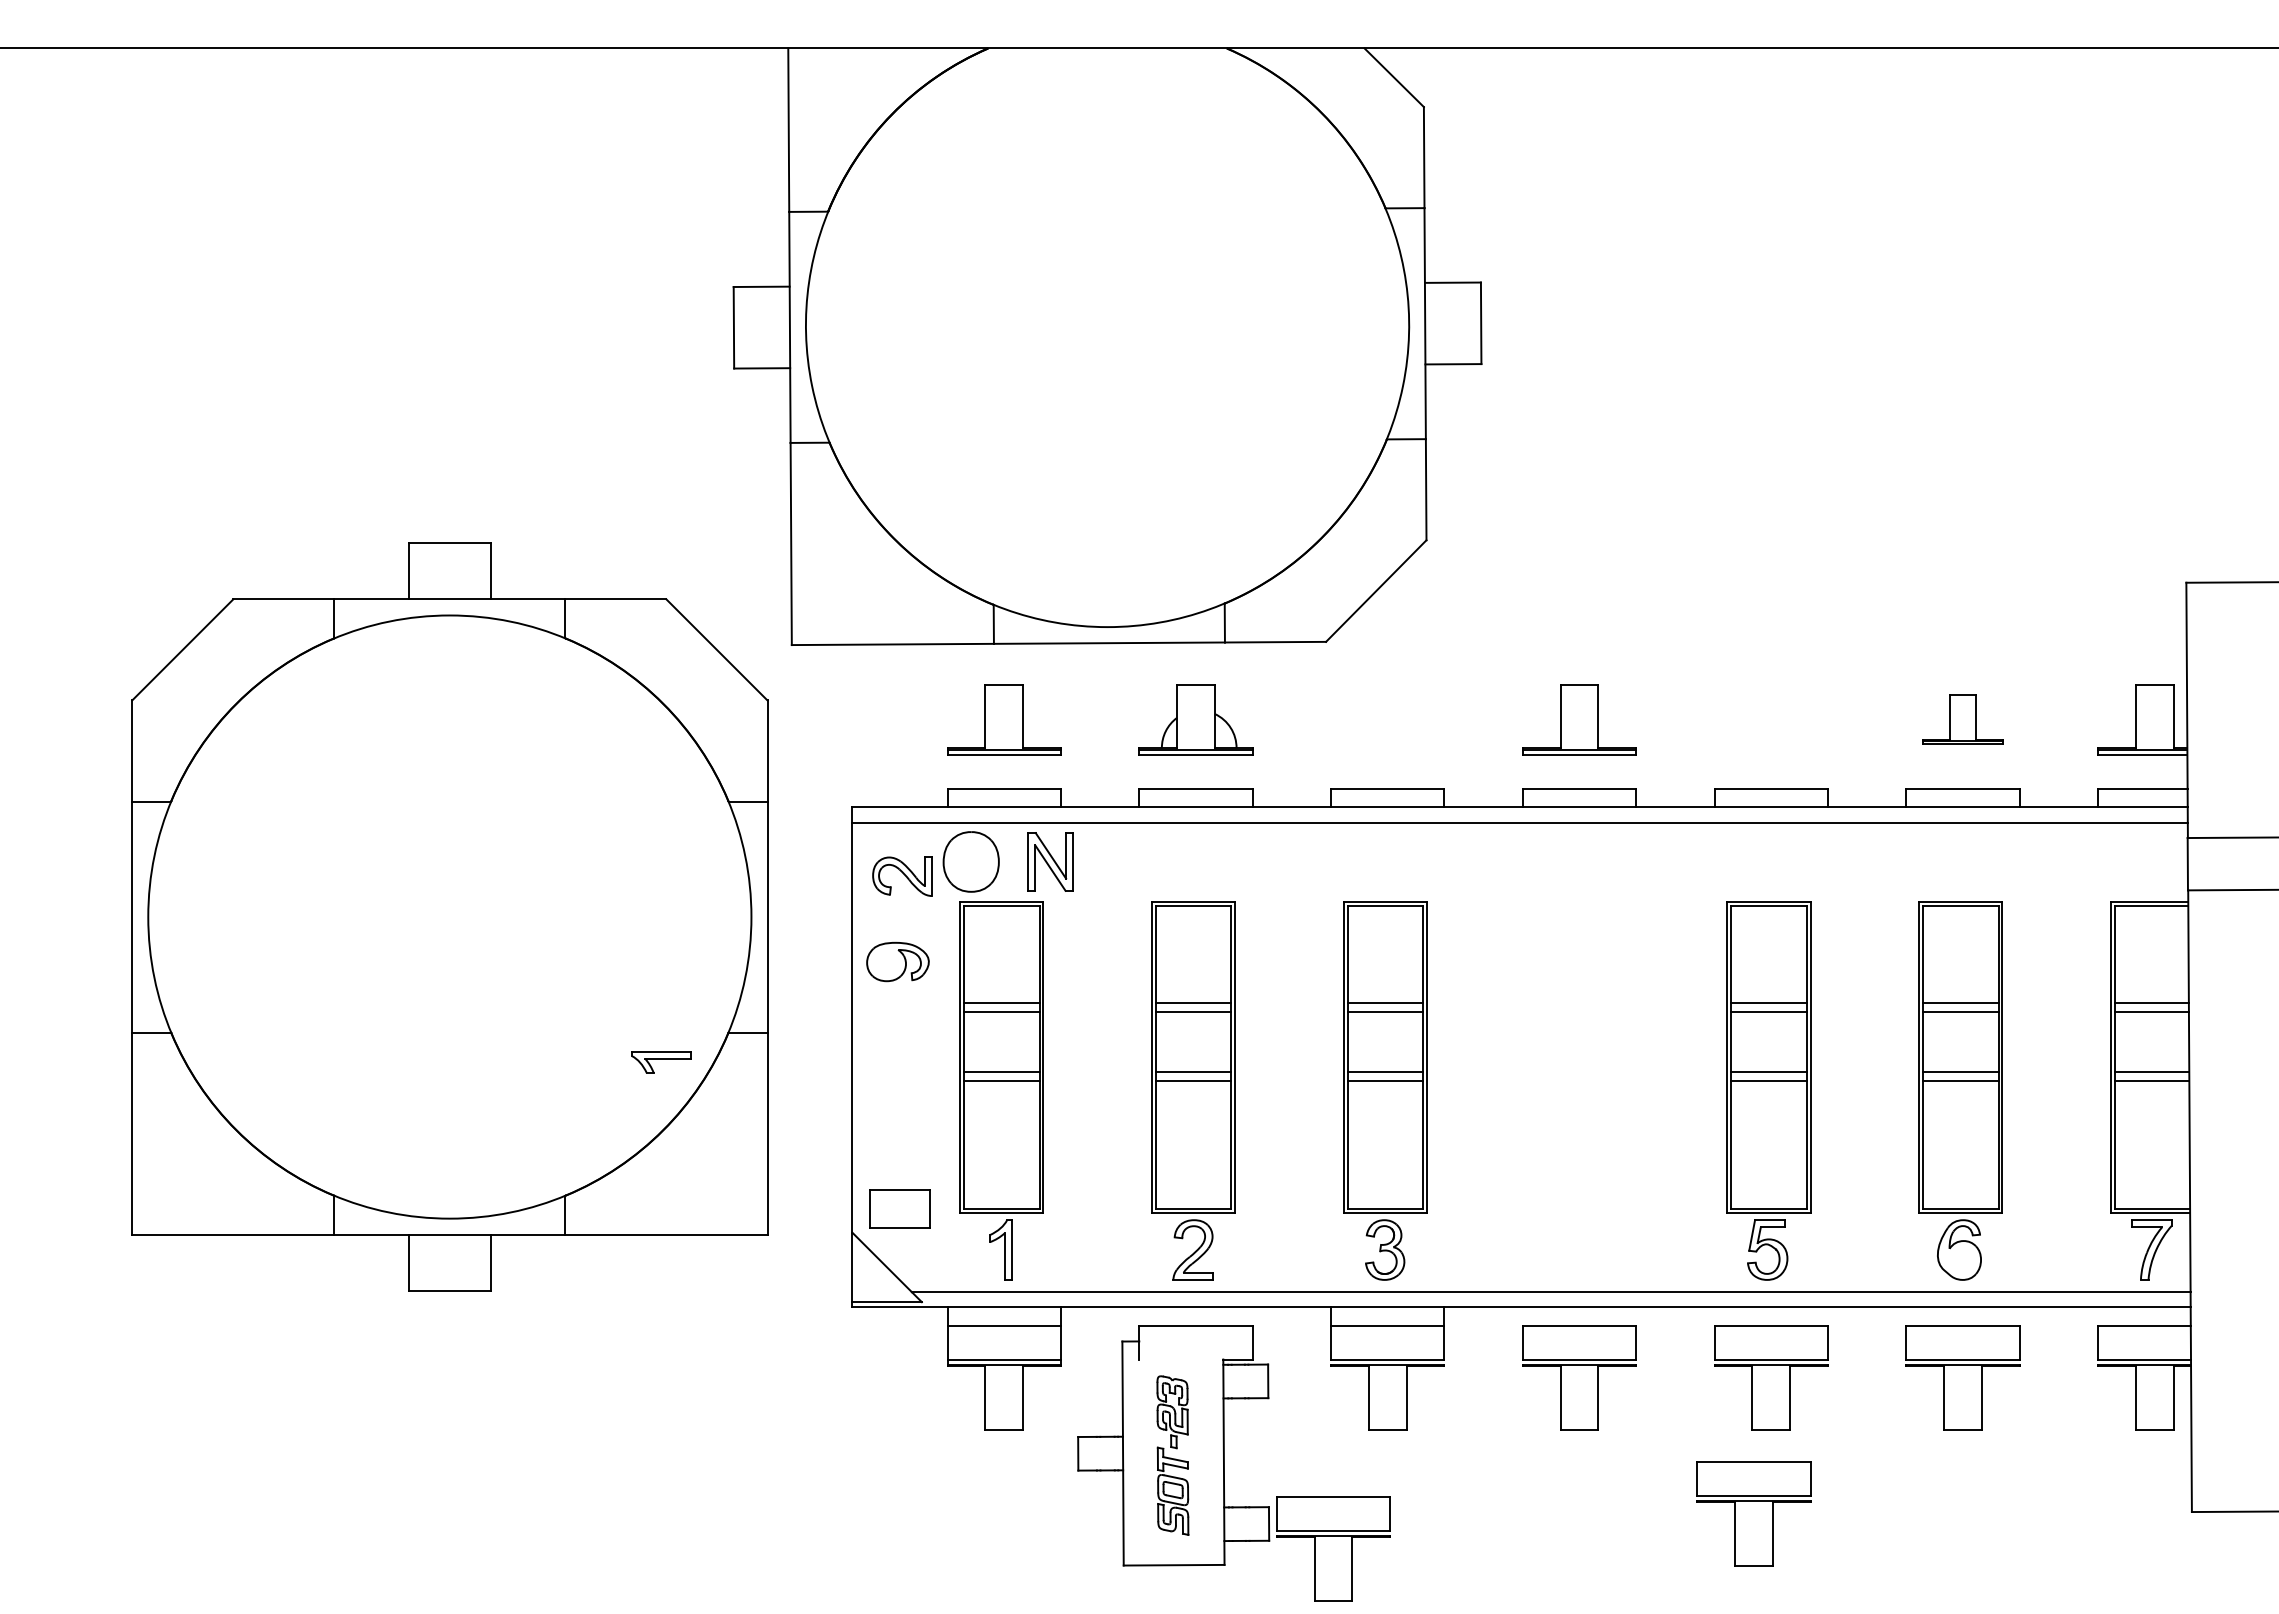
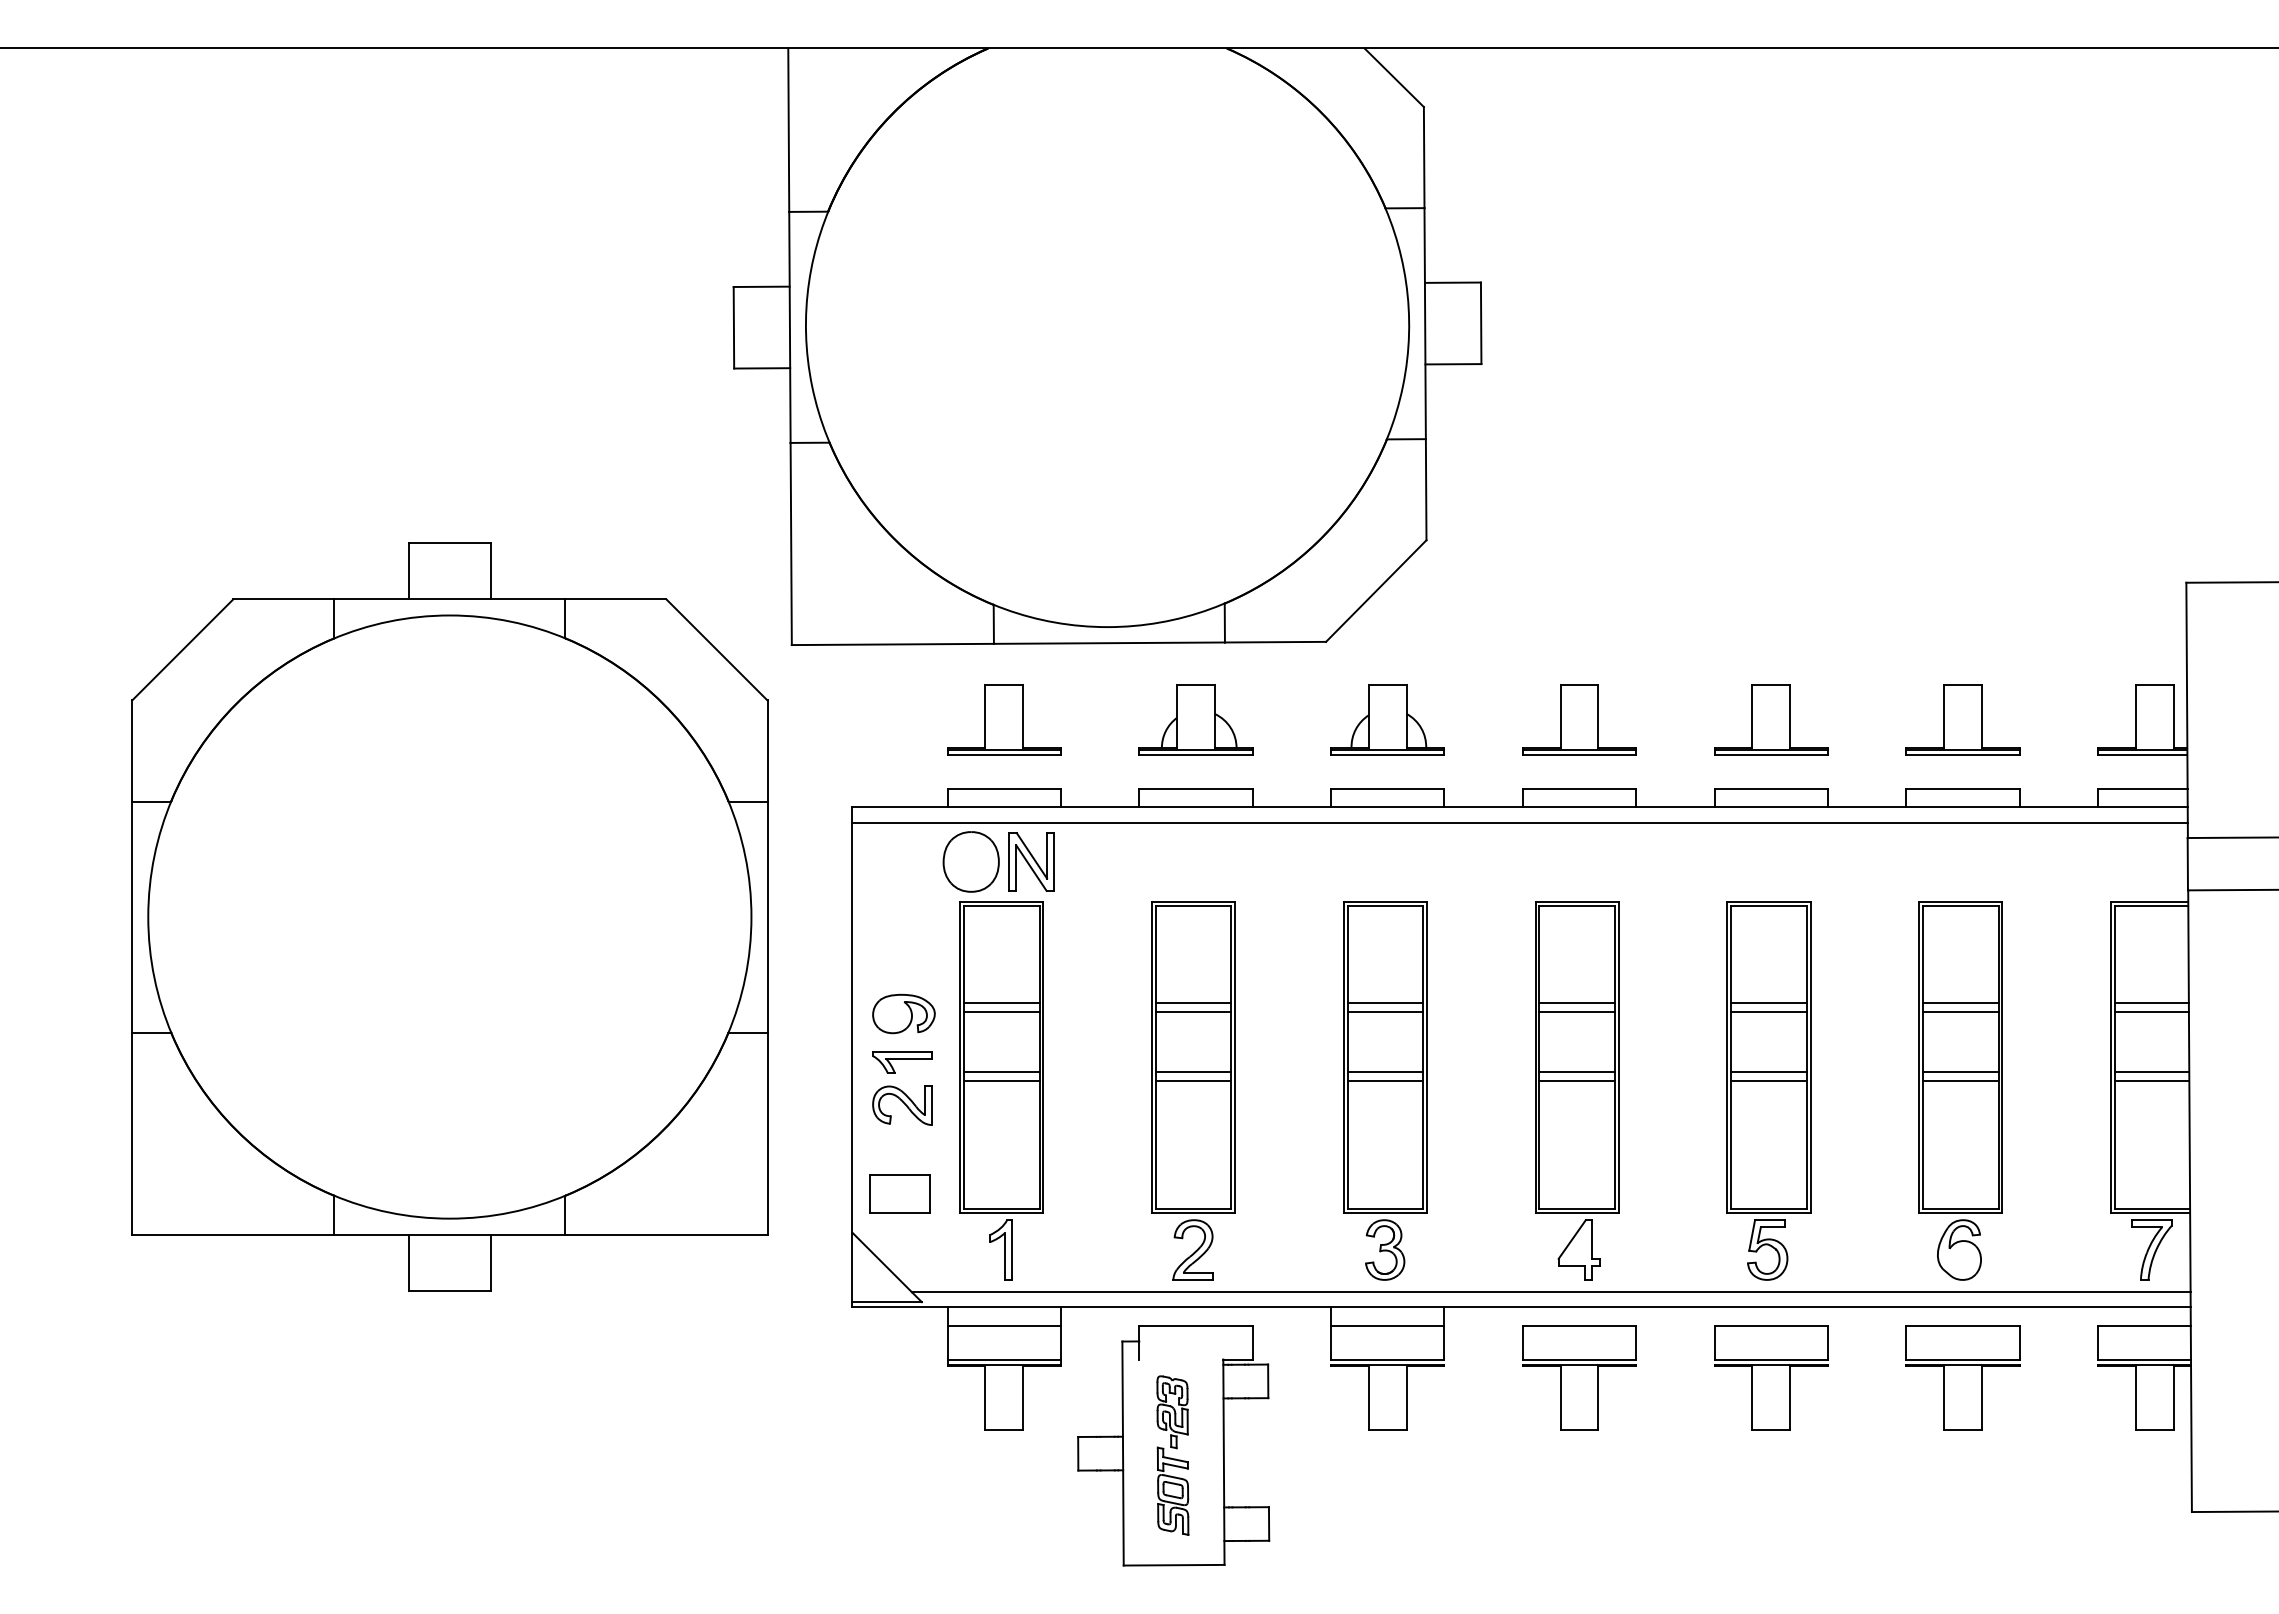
part at (1387, 719): none -> present
part at (1771, 719): none -> present
part at (1962, 719) size: 82x51 px -> 116x72 px
part at (1050, 861) position: (1050, 861) -> (1031, 861)
part at (902, 876) position: (902, 876) -> (902, 1105)
part at (897, 961) position: (897, 961) -> (903, 1013)
part at (661, 1062) position: (661, 1062) -> (902, 1062)
part at (1577, 1090): none -> present
part at (899, 1208) position: (899, 1208) -> (899, 1193)
part at (1753, 1513): present -> none
part at (1333, 1548): present -> none
